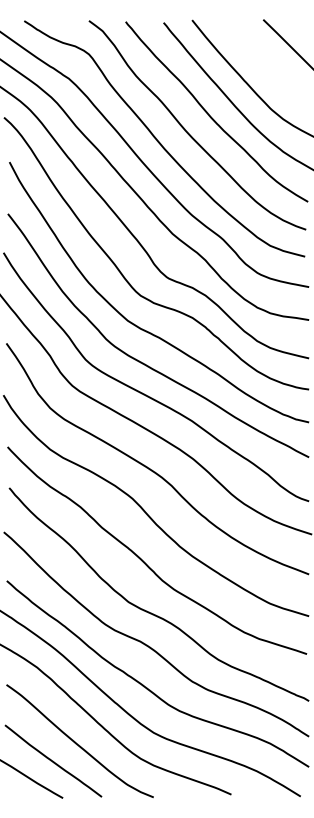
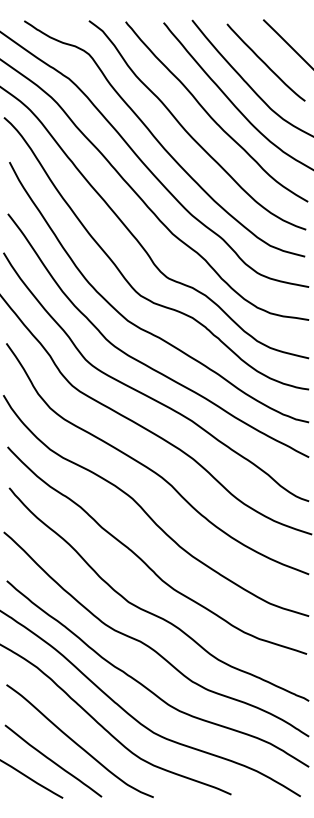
curve at (265, 62): none -> present
